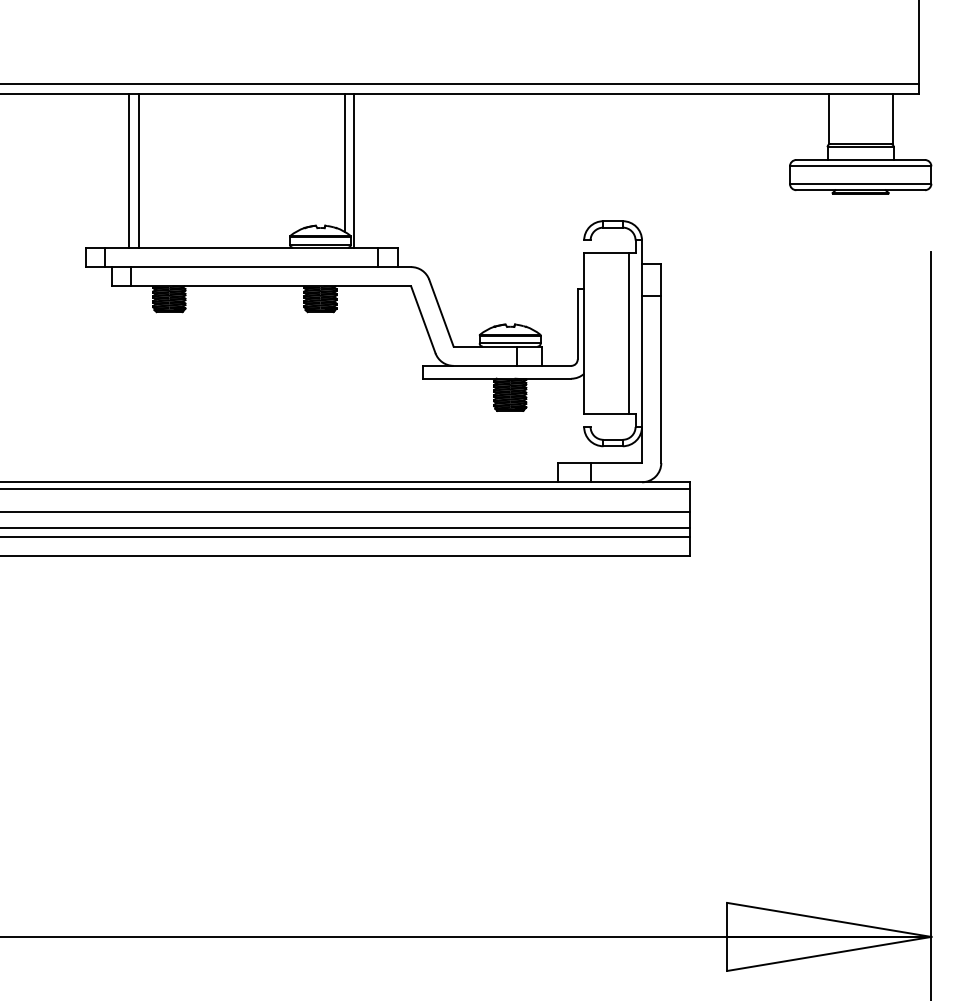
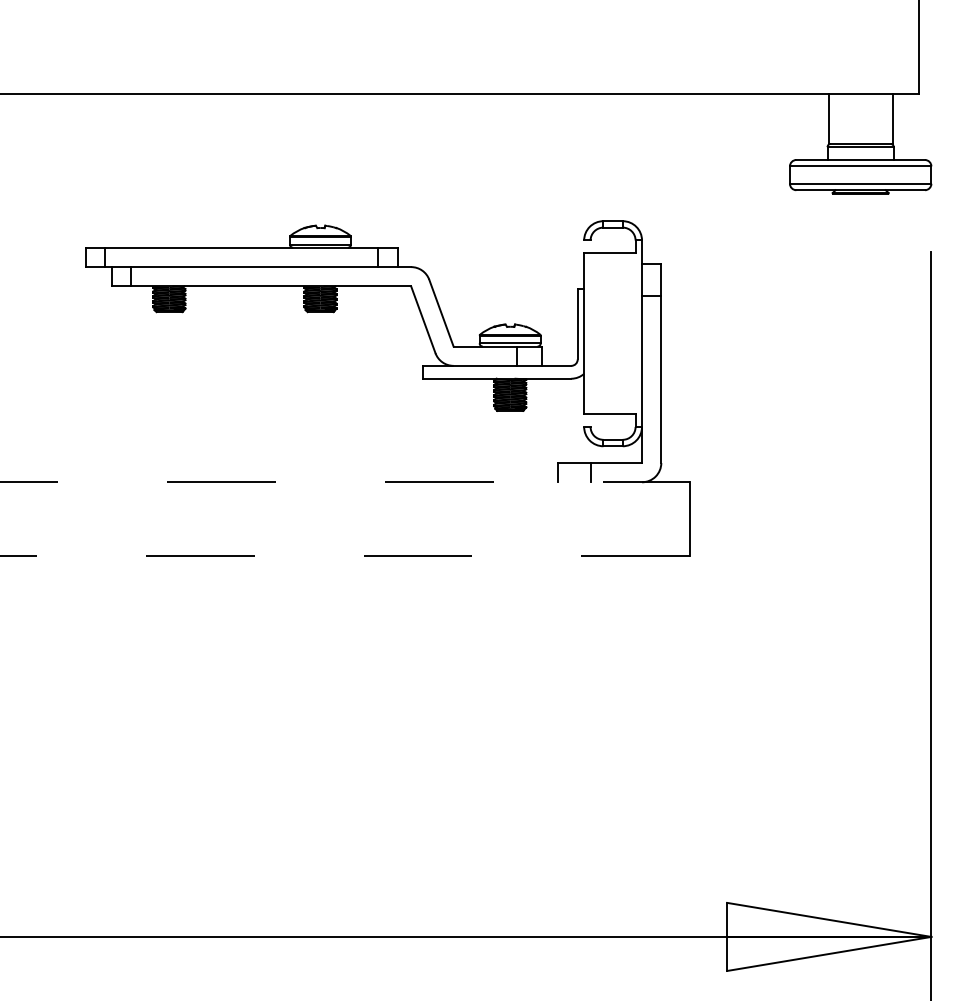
line at (460, 84): present -> none
line at (344, 162): present -> none
line at (129, 170): present -> none
line at (138, 170): present -> none
line at (354, 170): present -> none
line at (629, 333): present -> none
line at (345, 482): solid -> dashed
line at (346, 488): present -> none
line at (346, 512): present -> none
line at (346, 528): present -> none
line at (346, 536): present -> none
line at (345, 556): solid -> dashed
